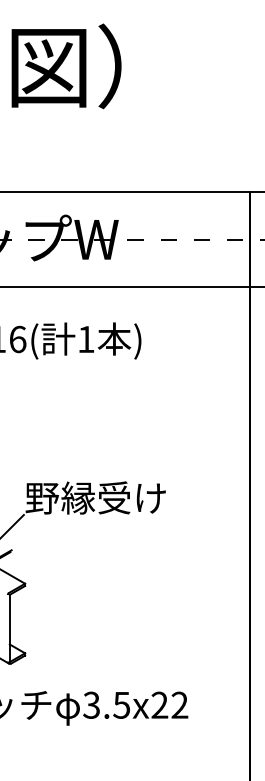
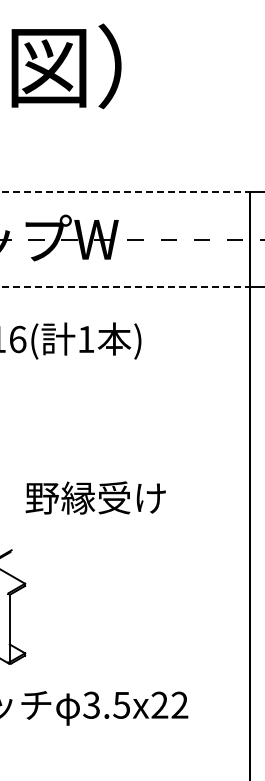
line at (125, 192): solid -> dashed
line at (125, 287): solid -> dashed
line at (12, 525): present -> none
